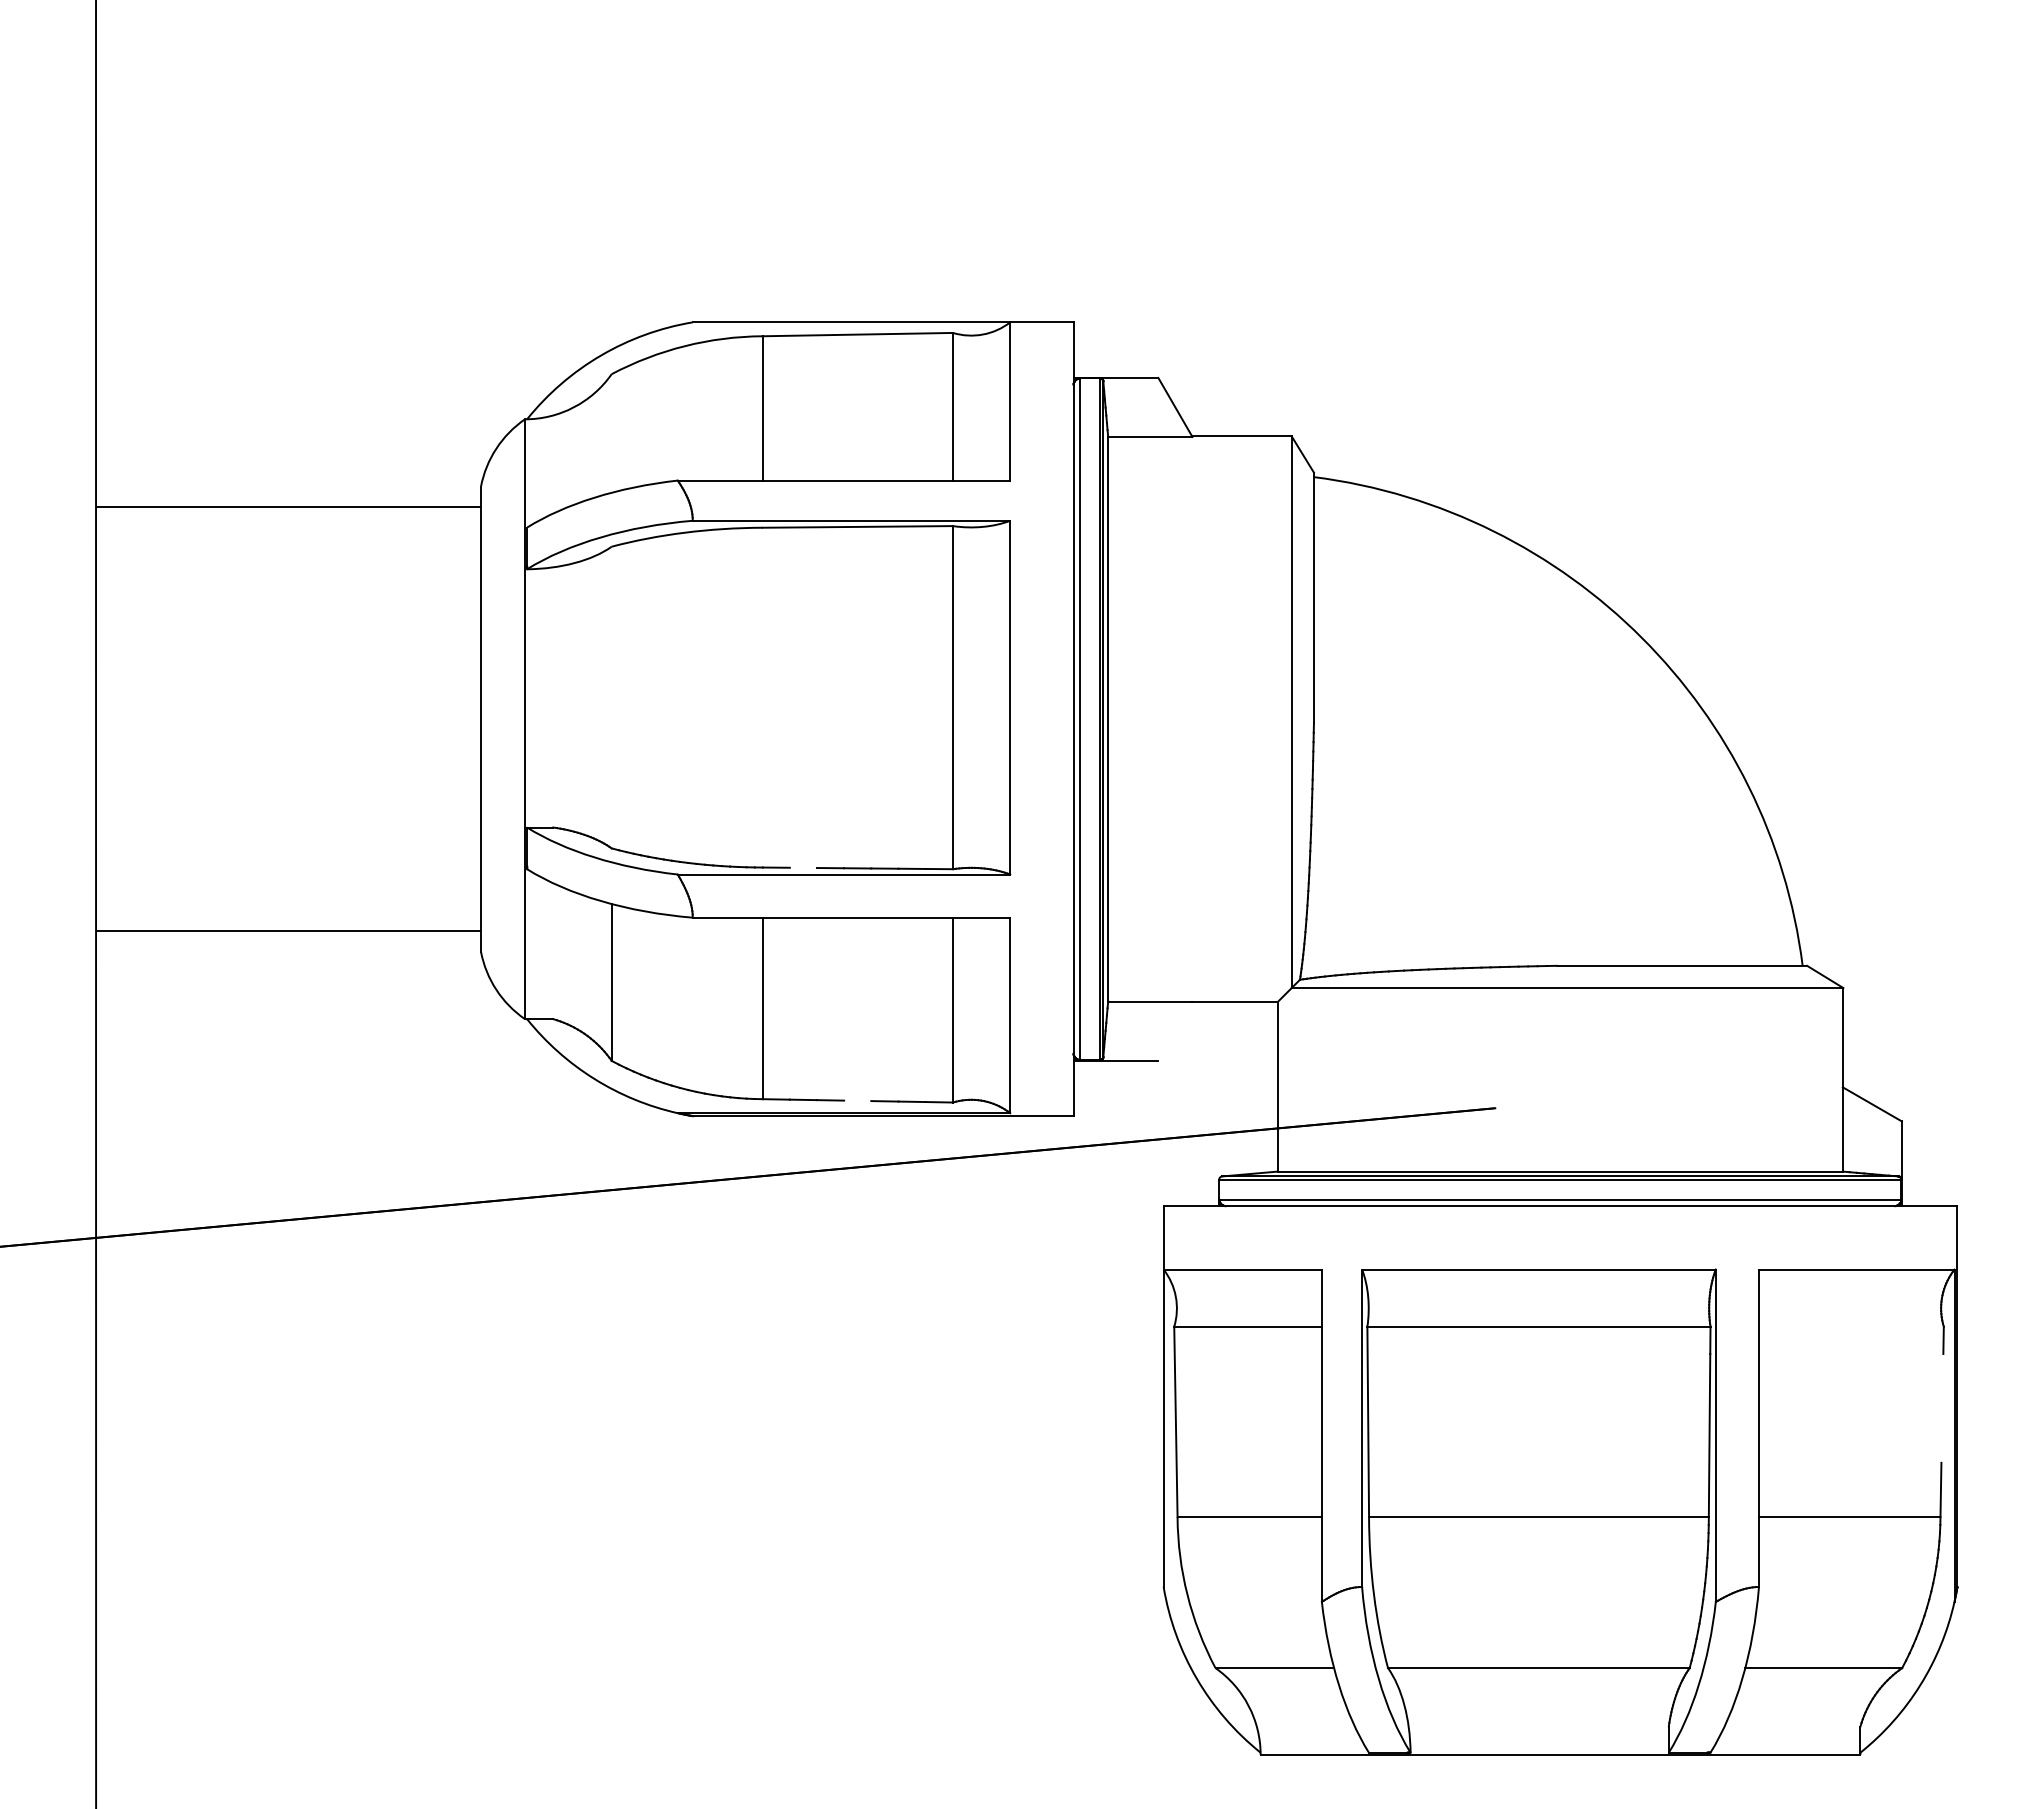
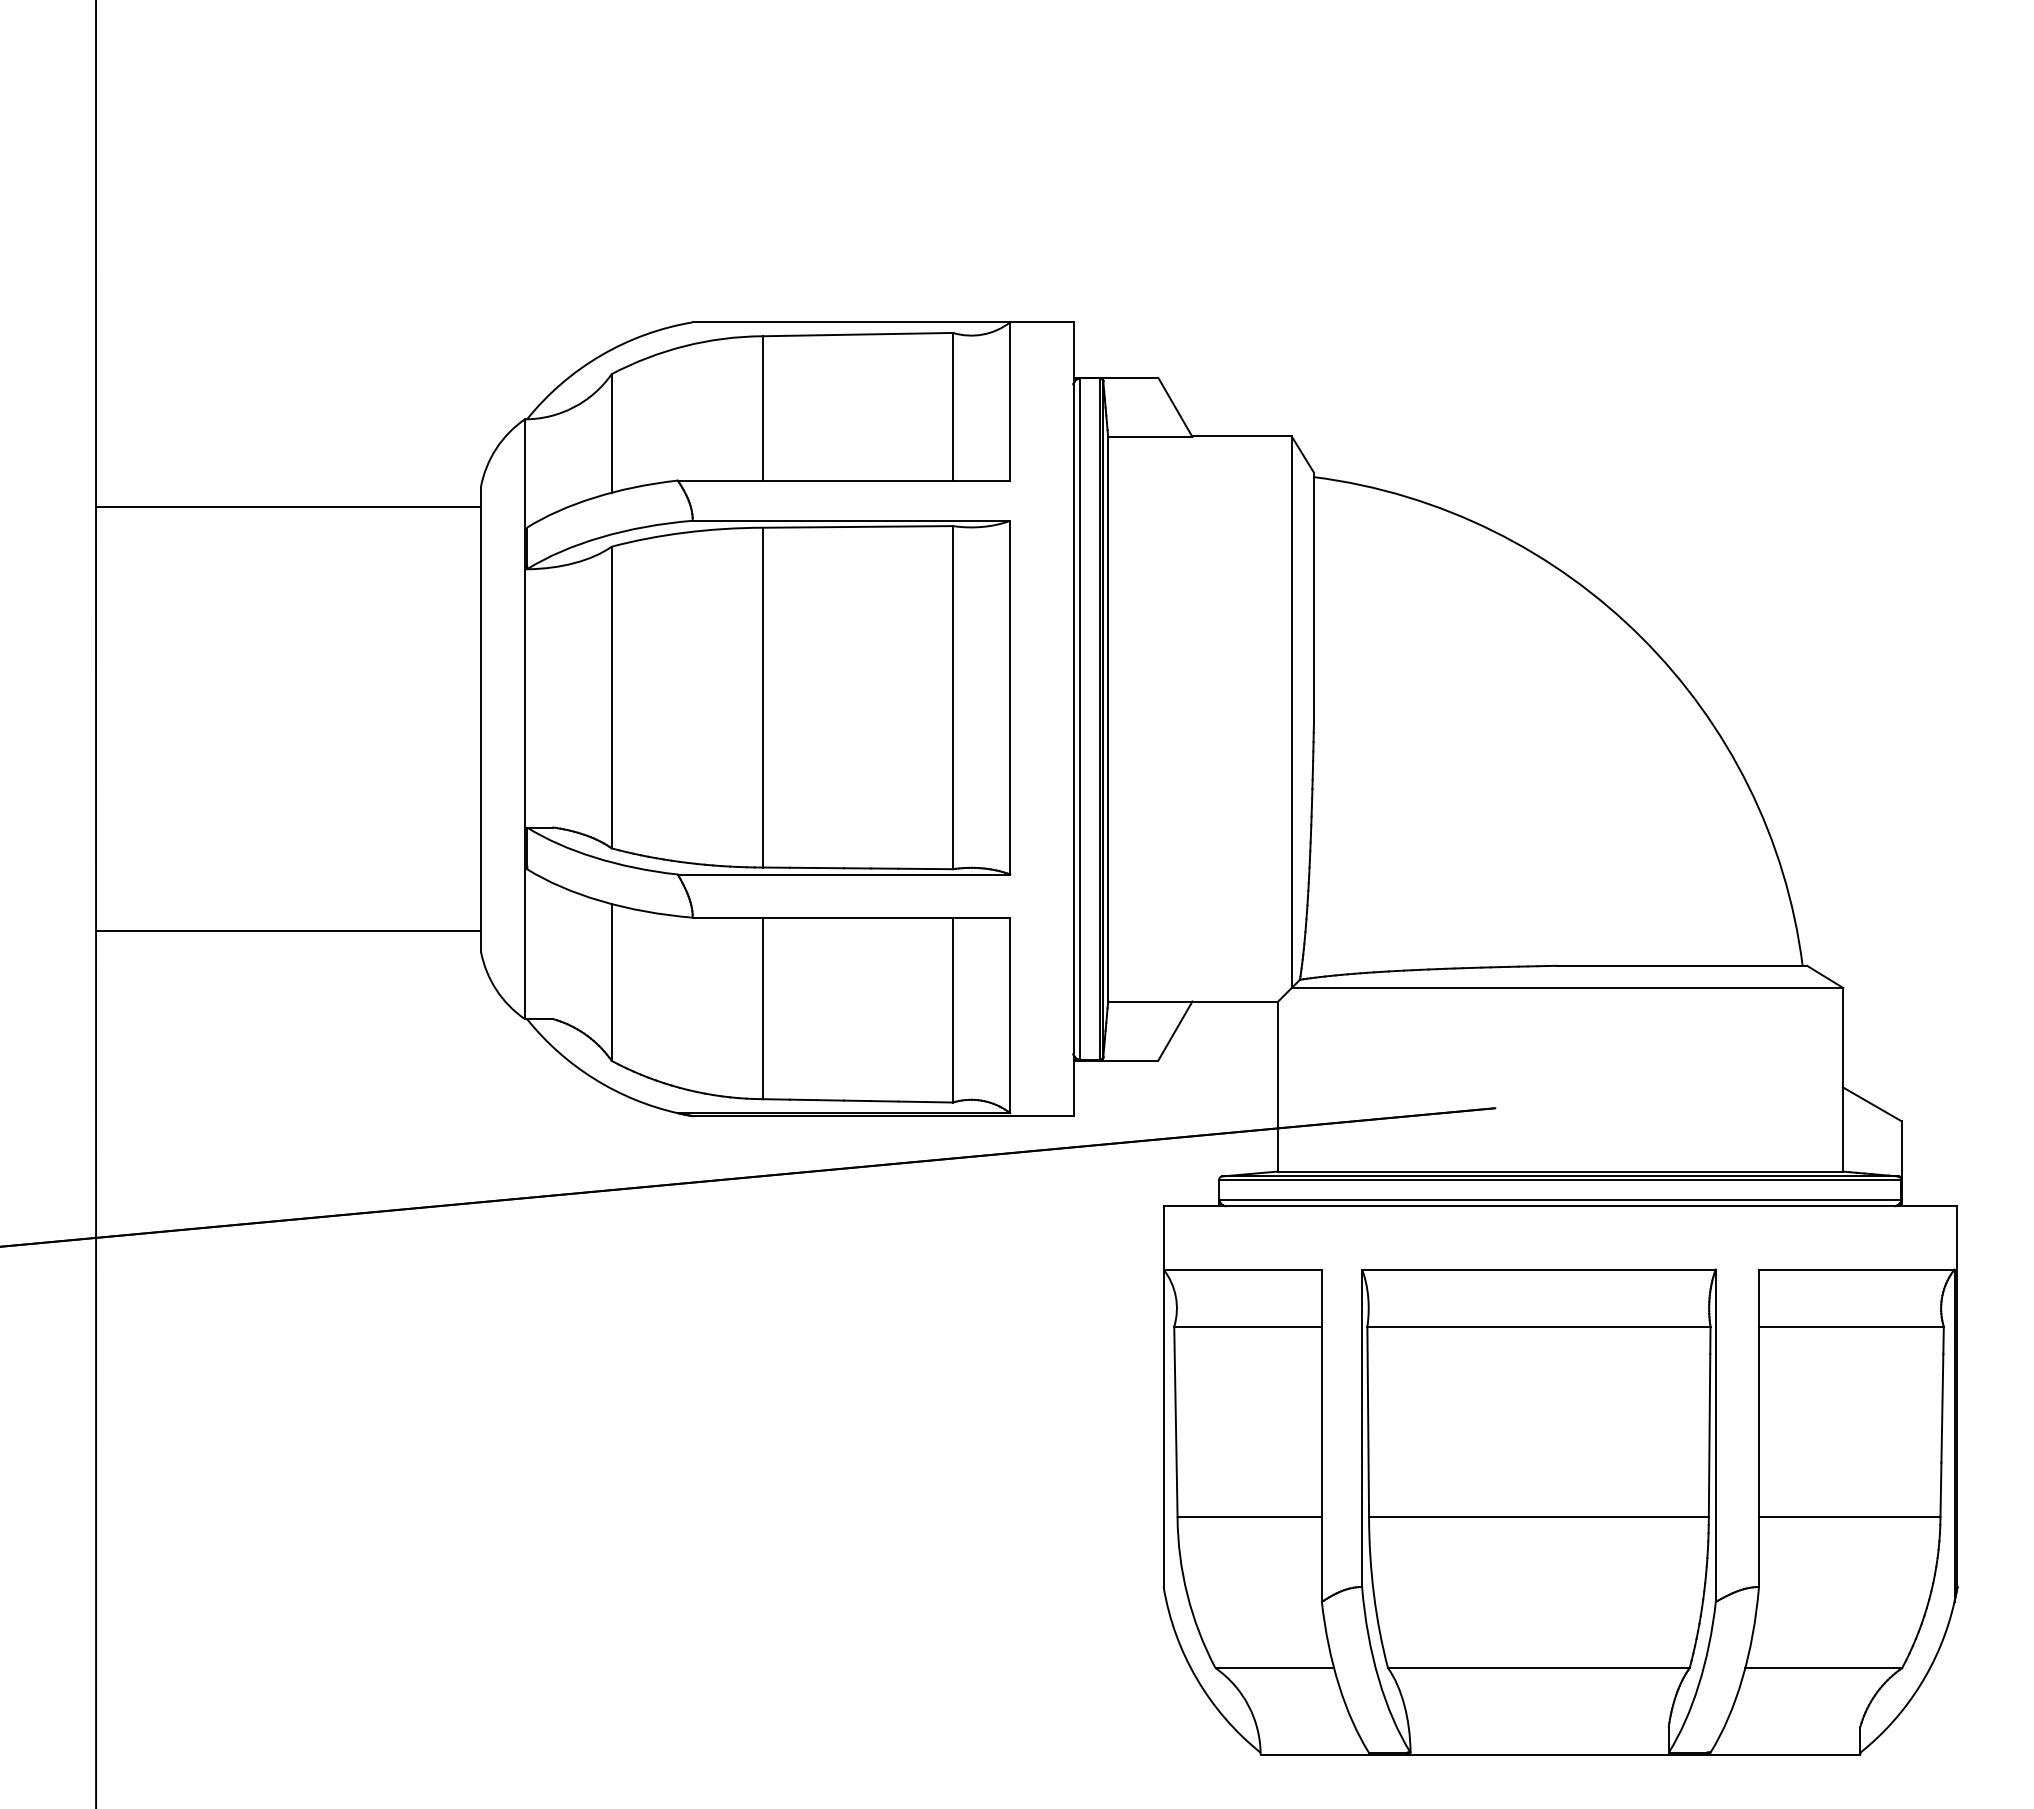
line at (611, 433): none -> present
line at (611, 697): none -> present
line at (762, 697): none -> present
line at (802, 867): none -> present
line at (1175, 1030): none -> present
line at (857, 1100): none -> present
line at (1850, 1326): none -> present
line at (1942, 1408): none -> present
